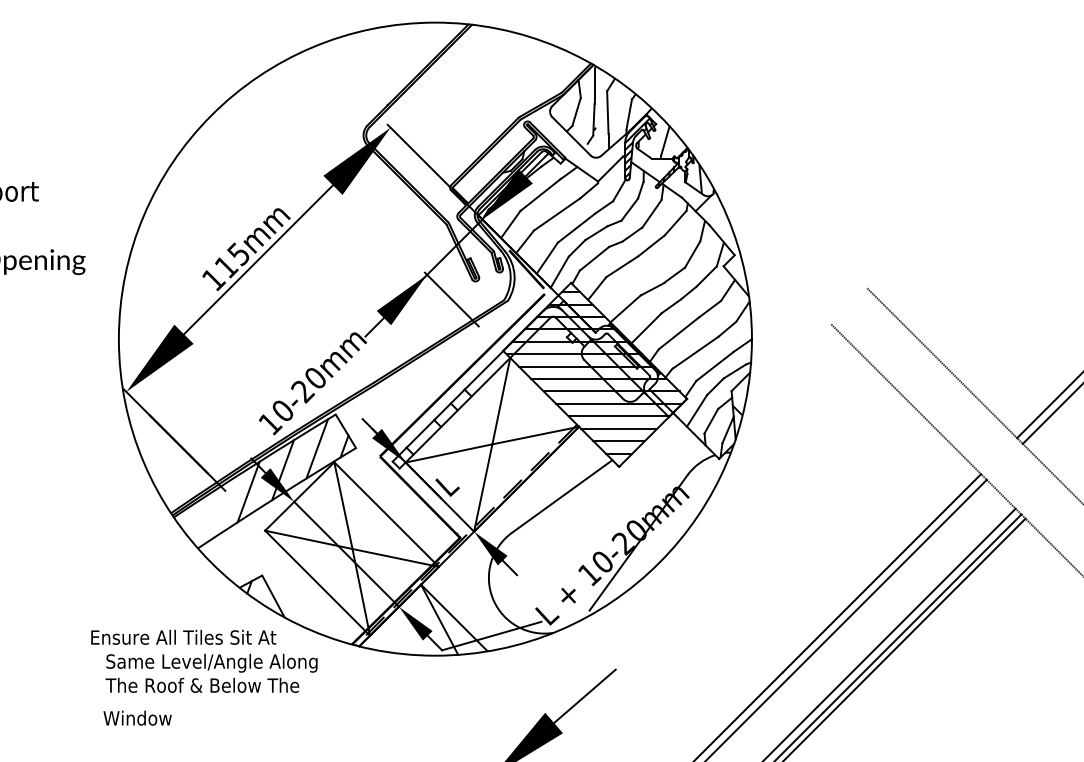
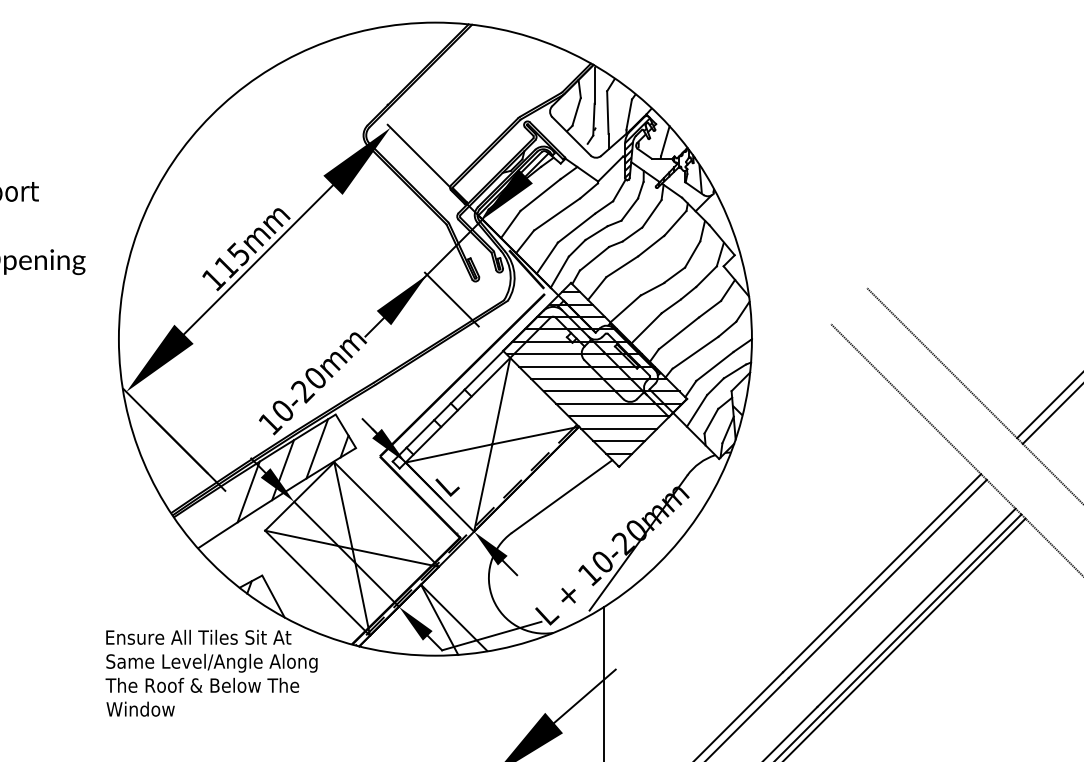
text at (183, 636) position: (183, 636) -> (198, 636)
line at (604, 682): none -> present
text at (137, 717) position: (137, 717) -> (140, 708)
